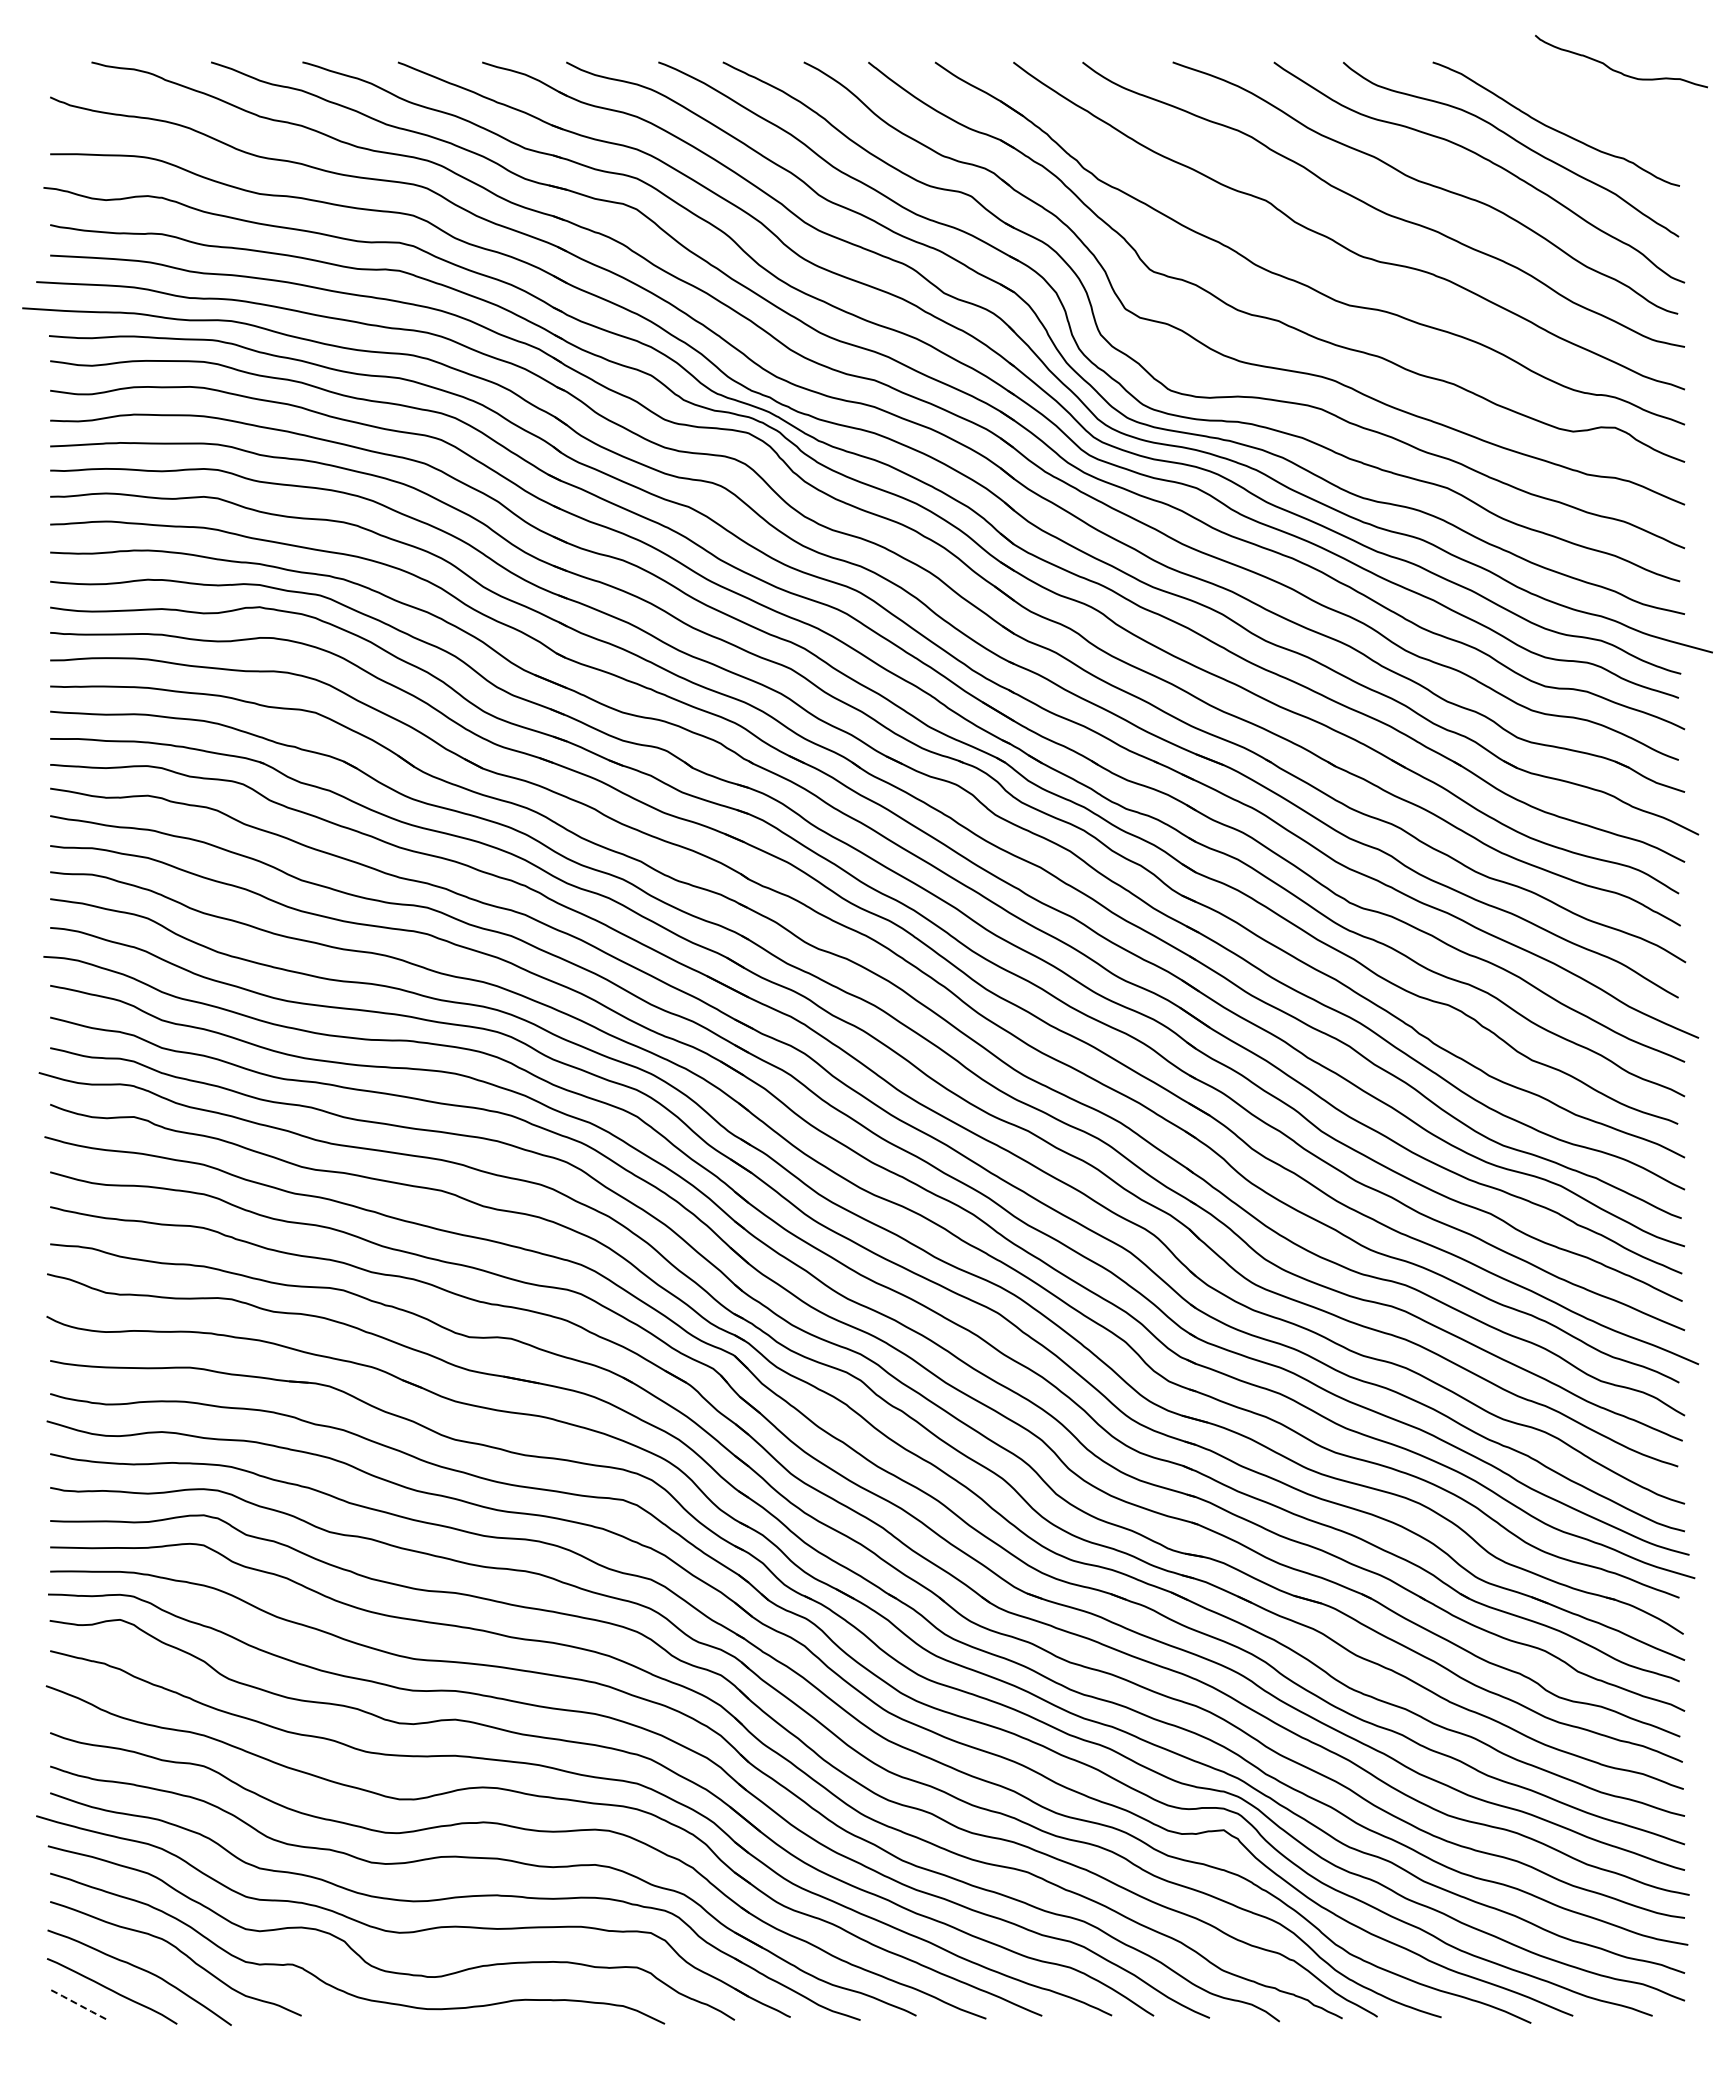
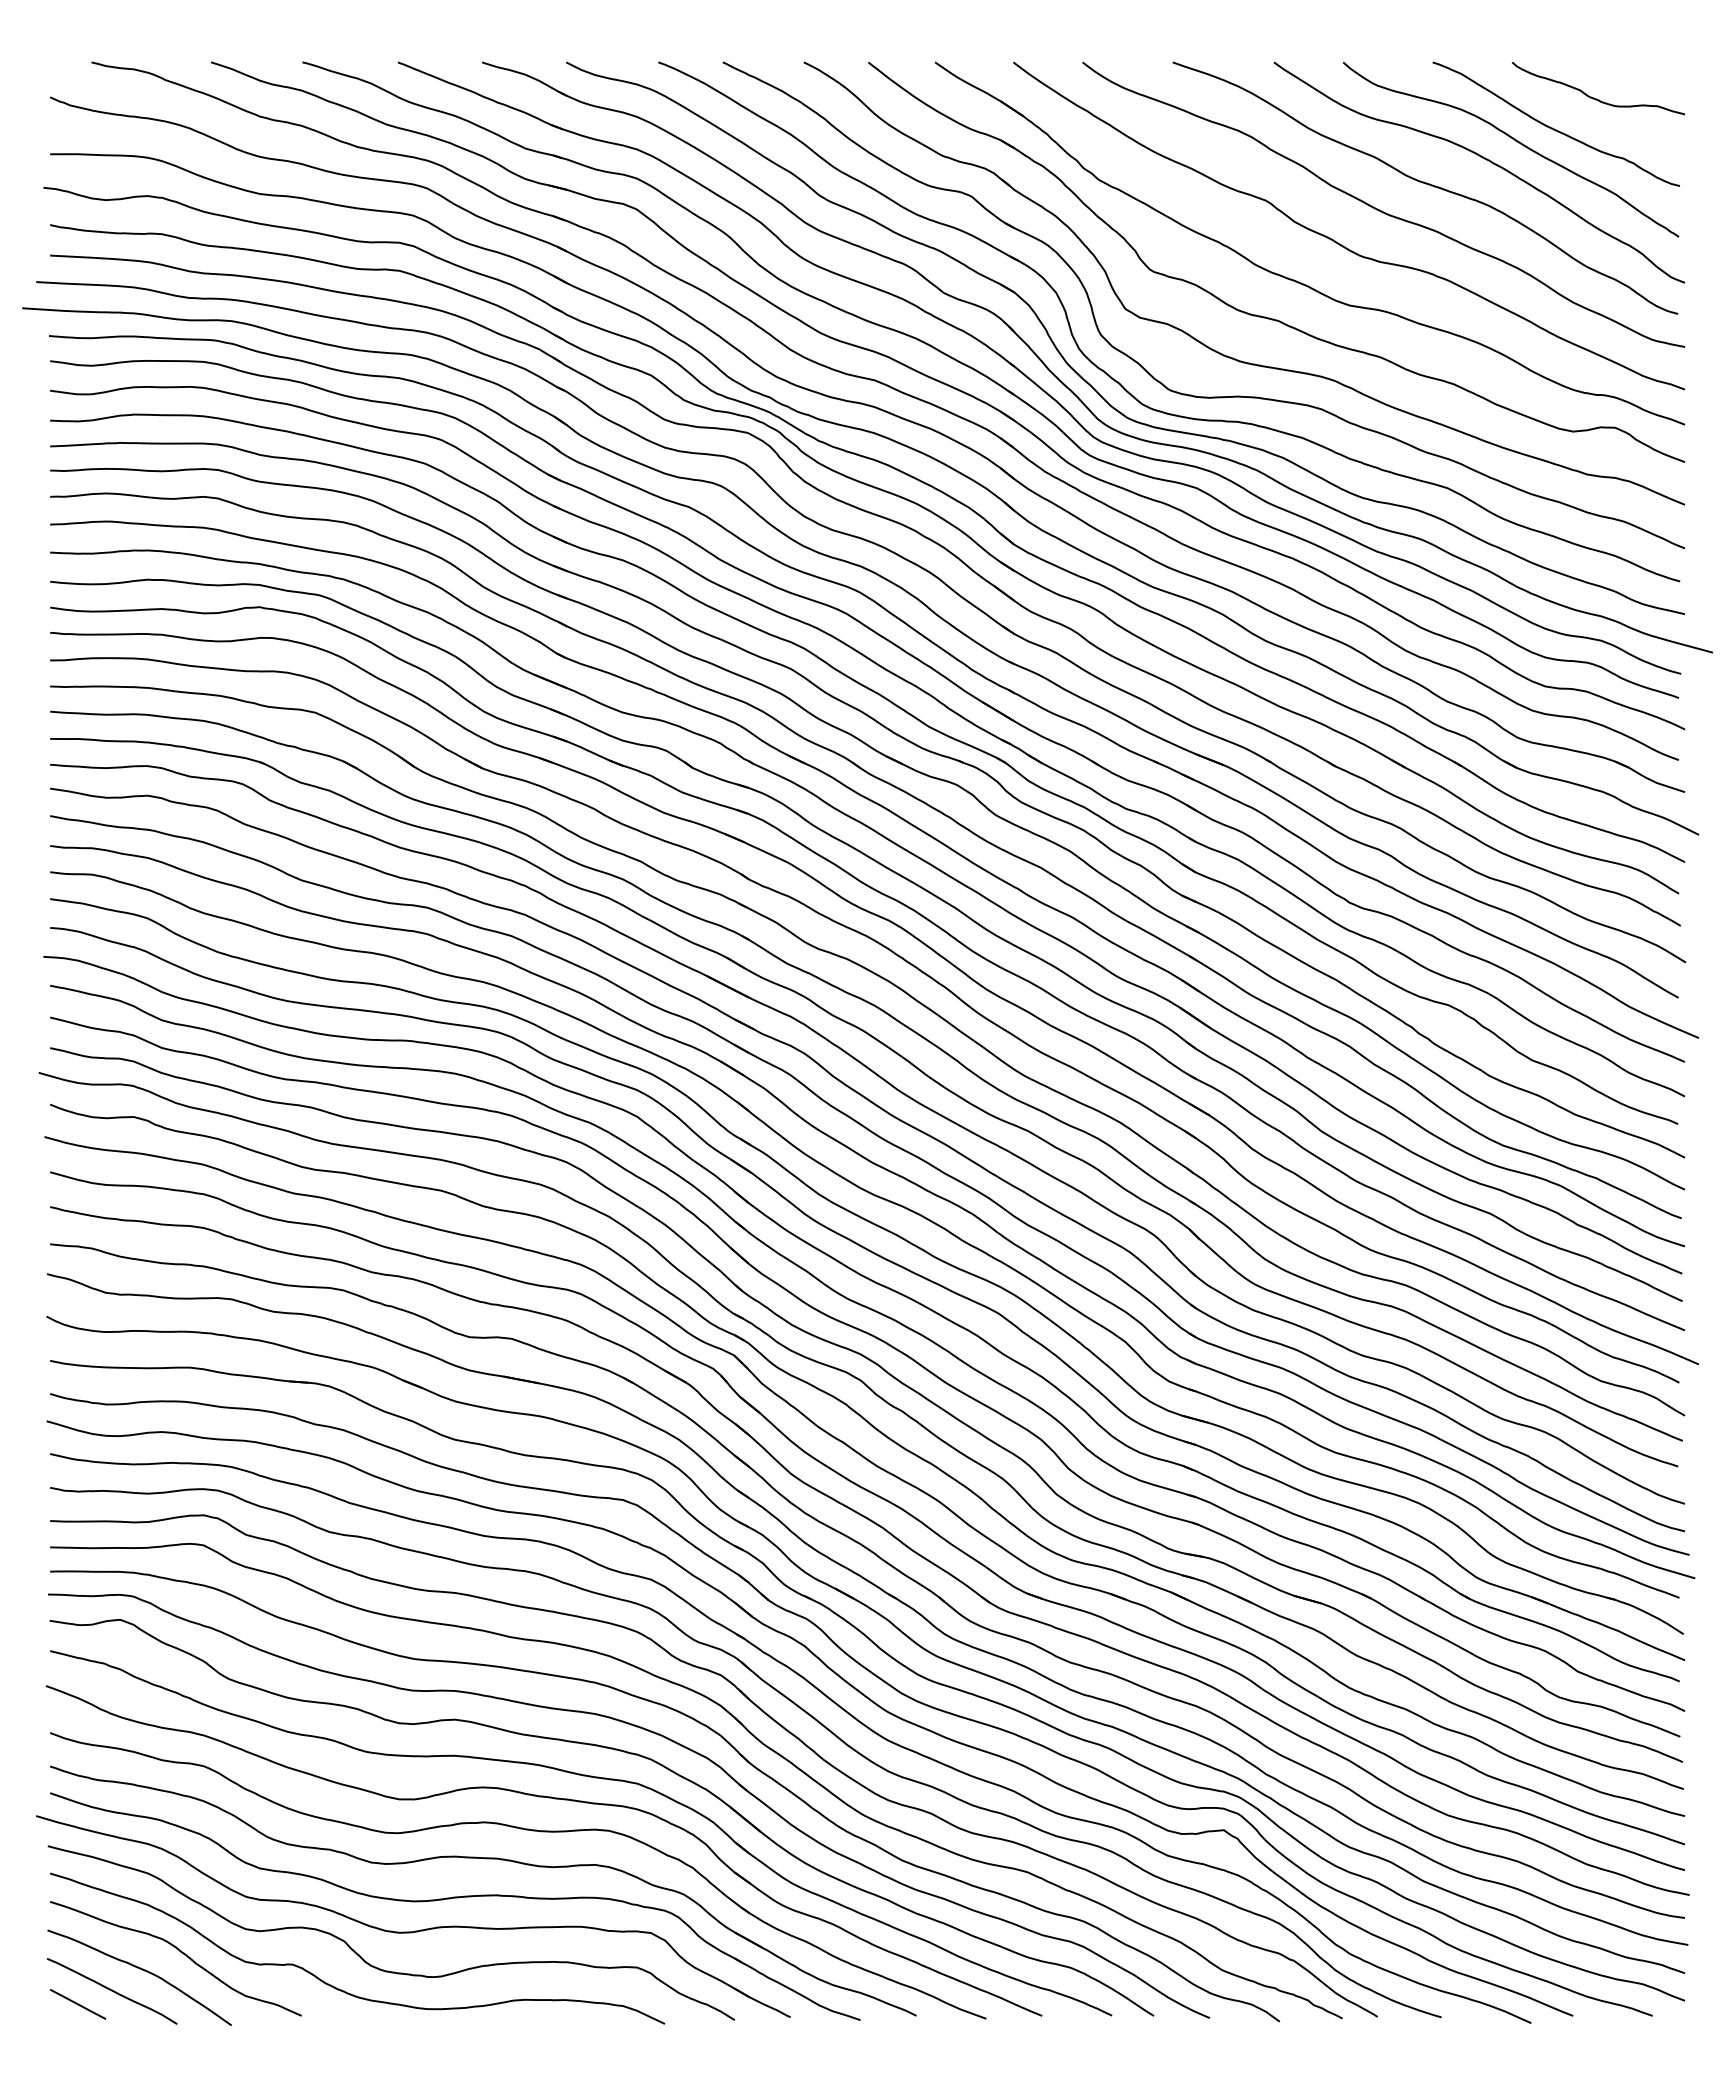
curve at (1617, 70) position: (1617, 70) -> (1594, 97)
line at (77, 2004): dashed -> solid
